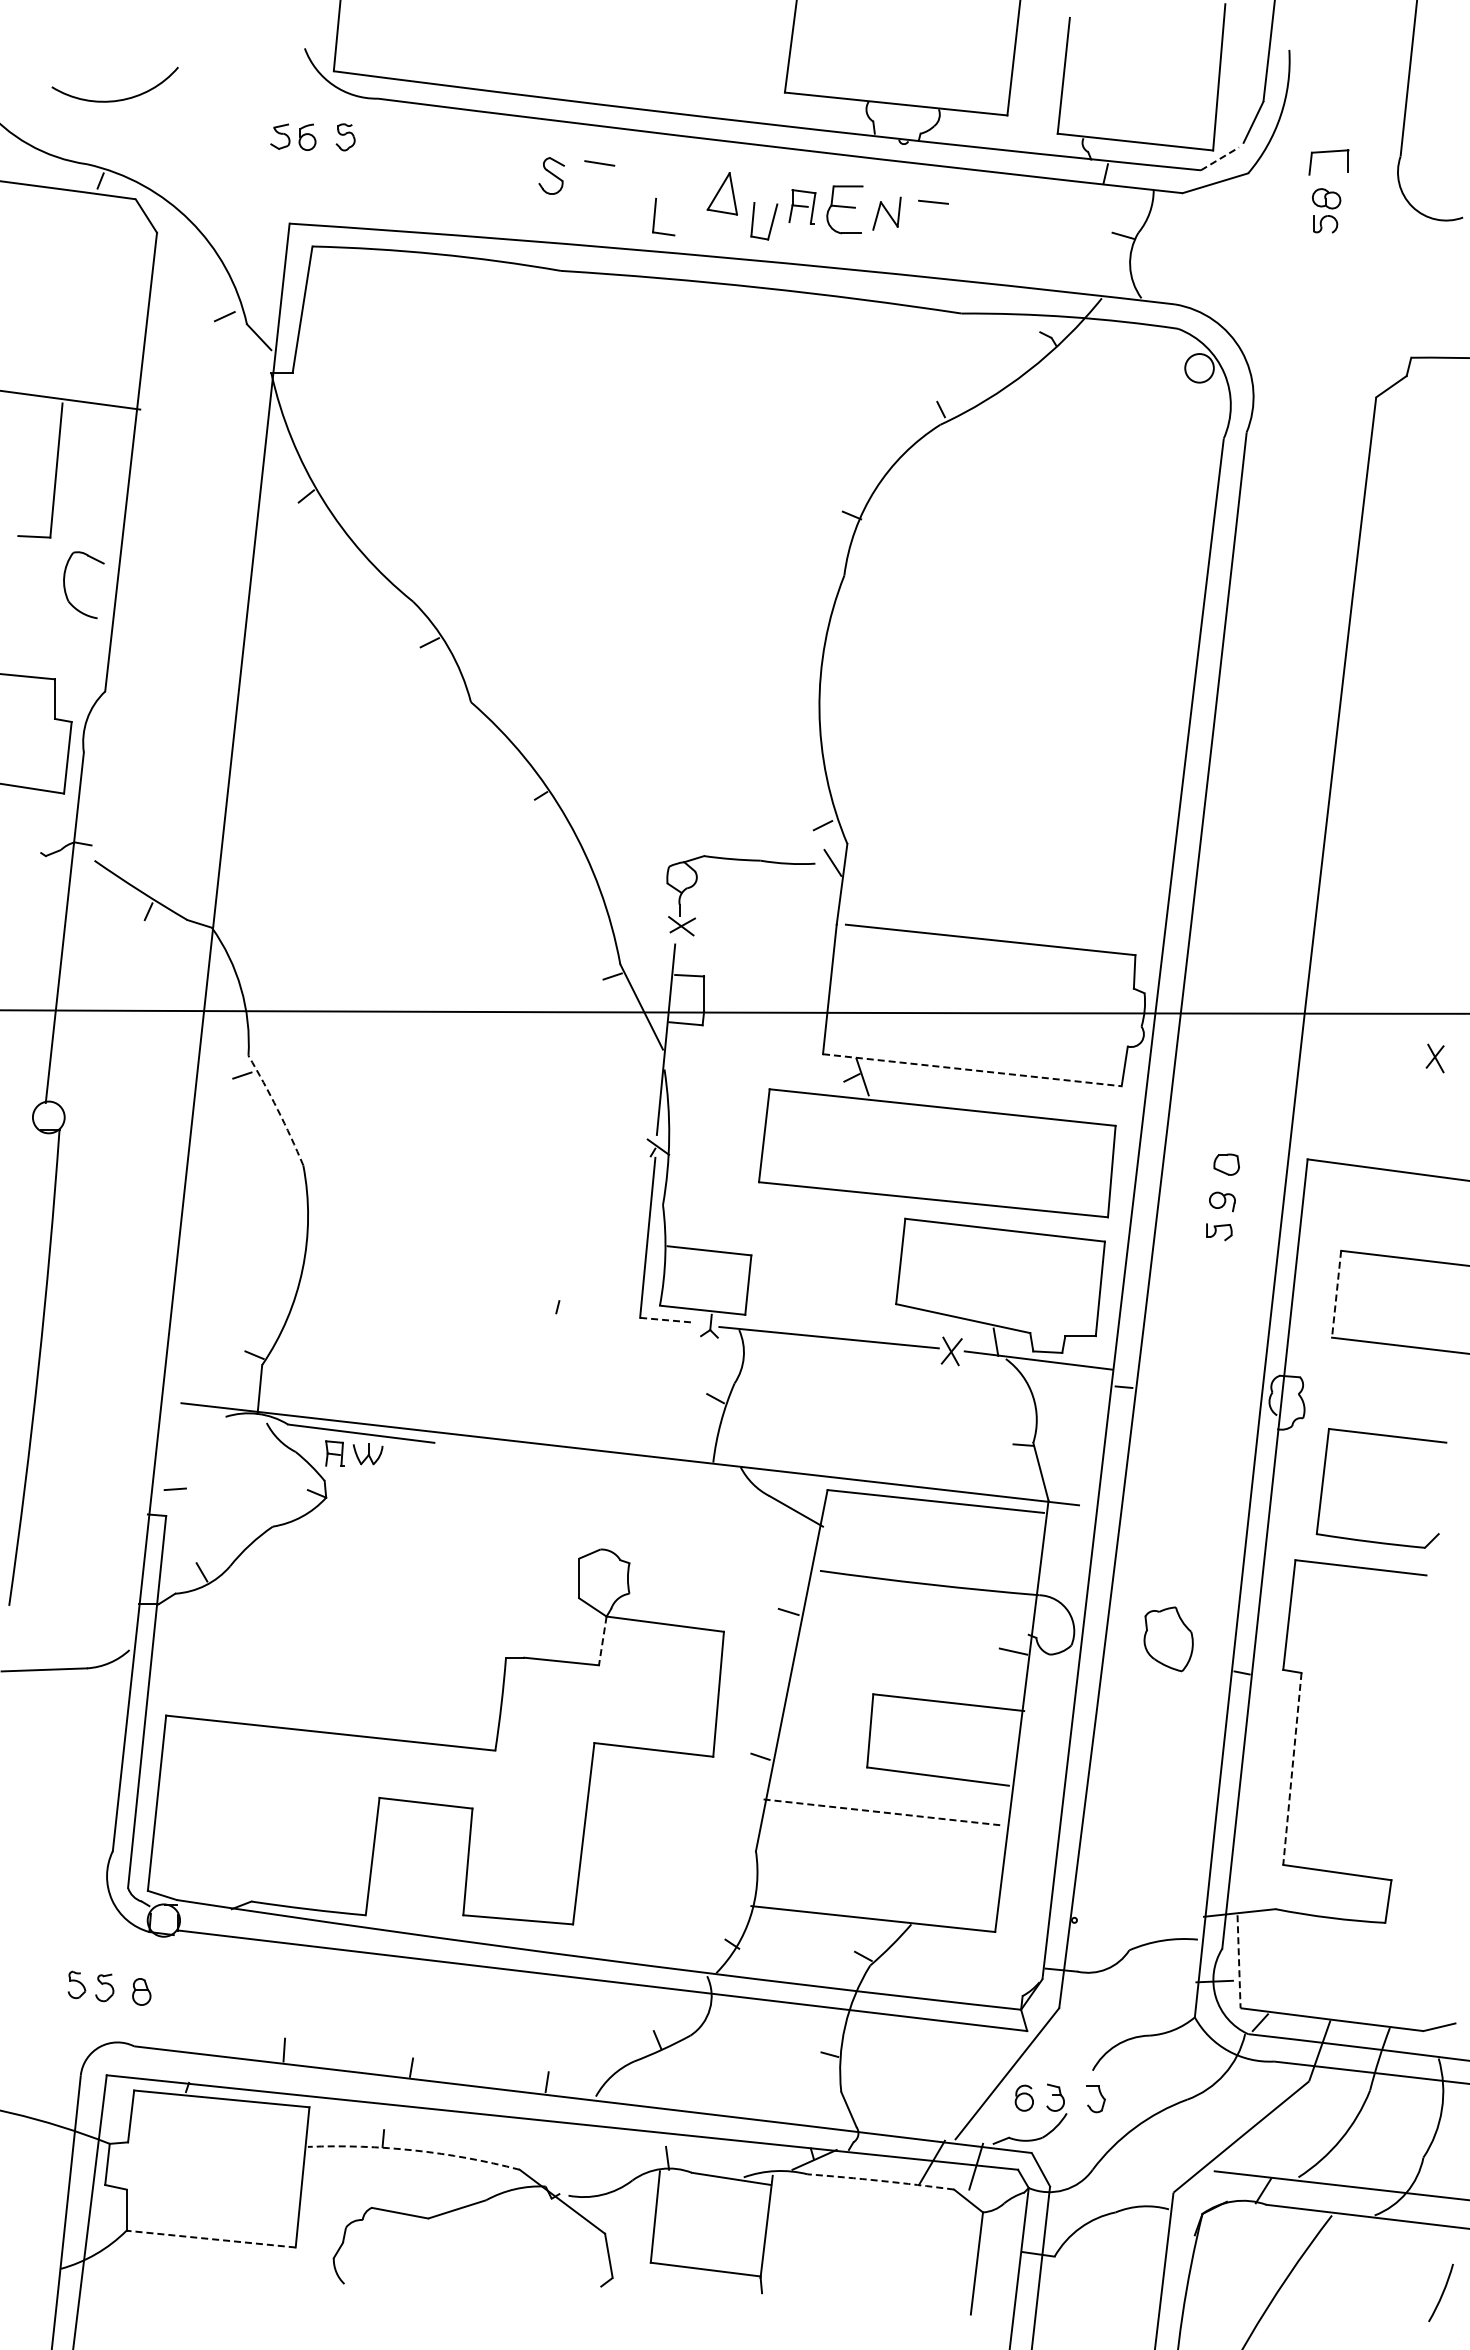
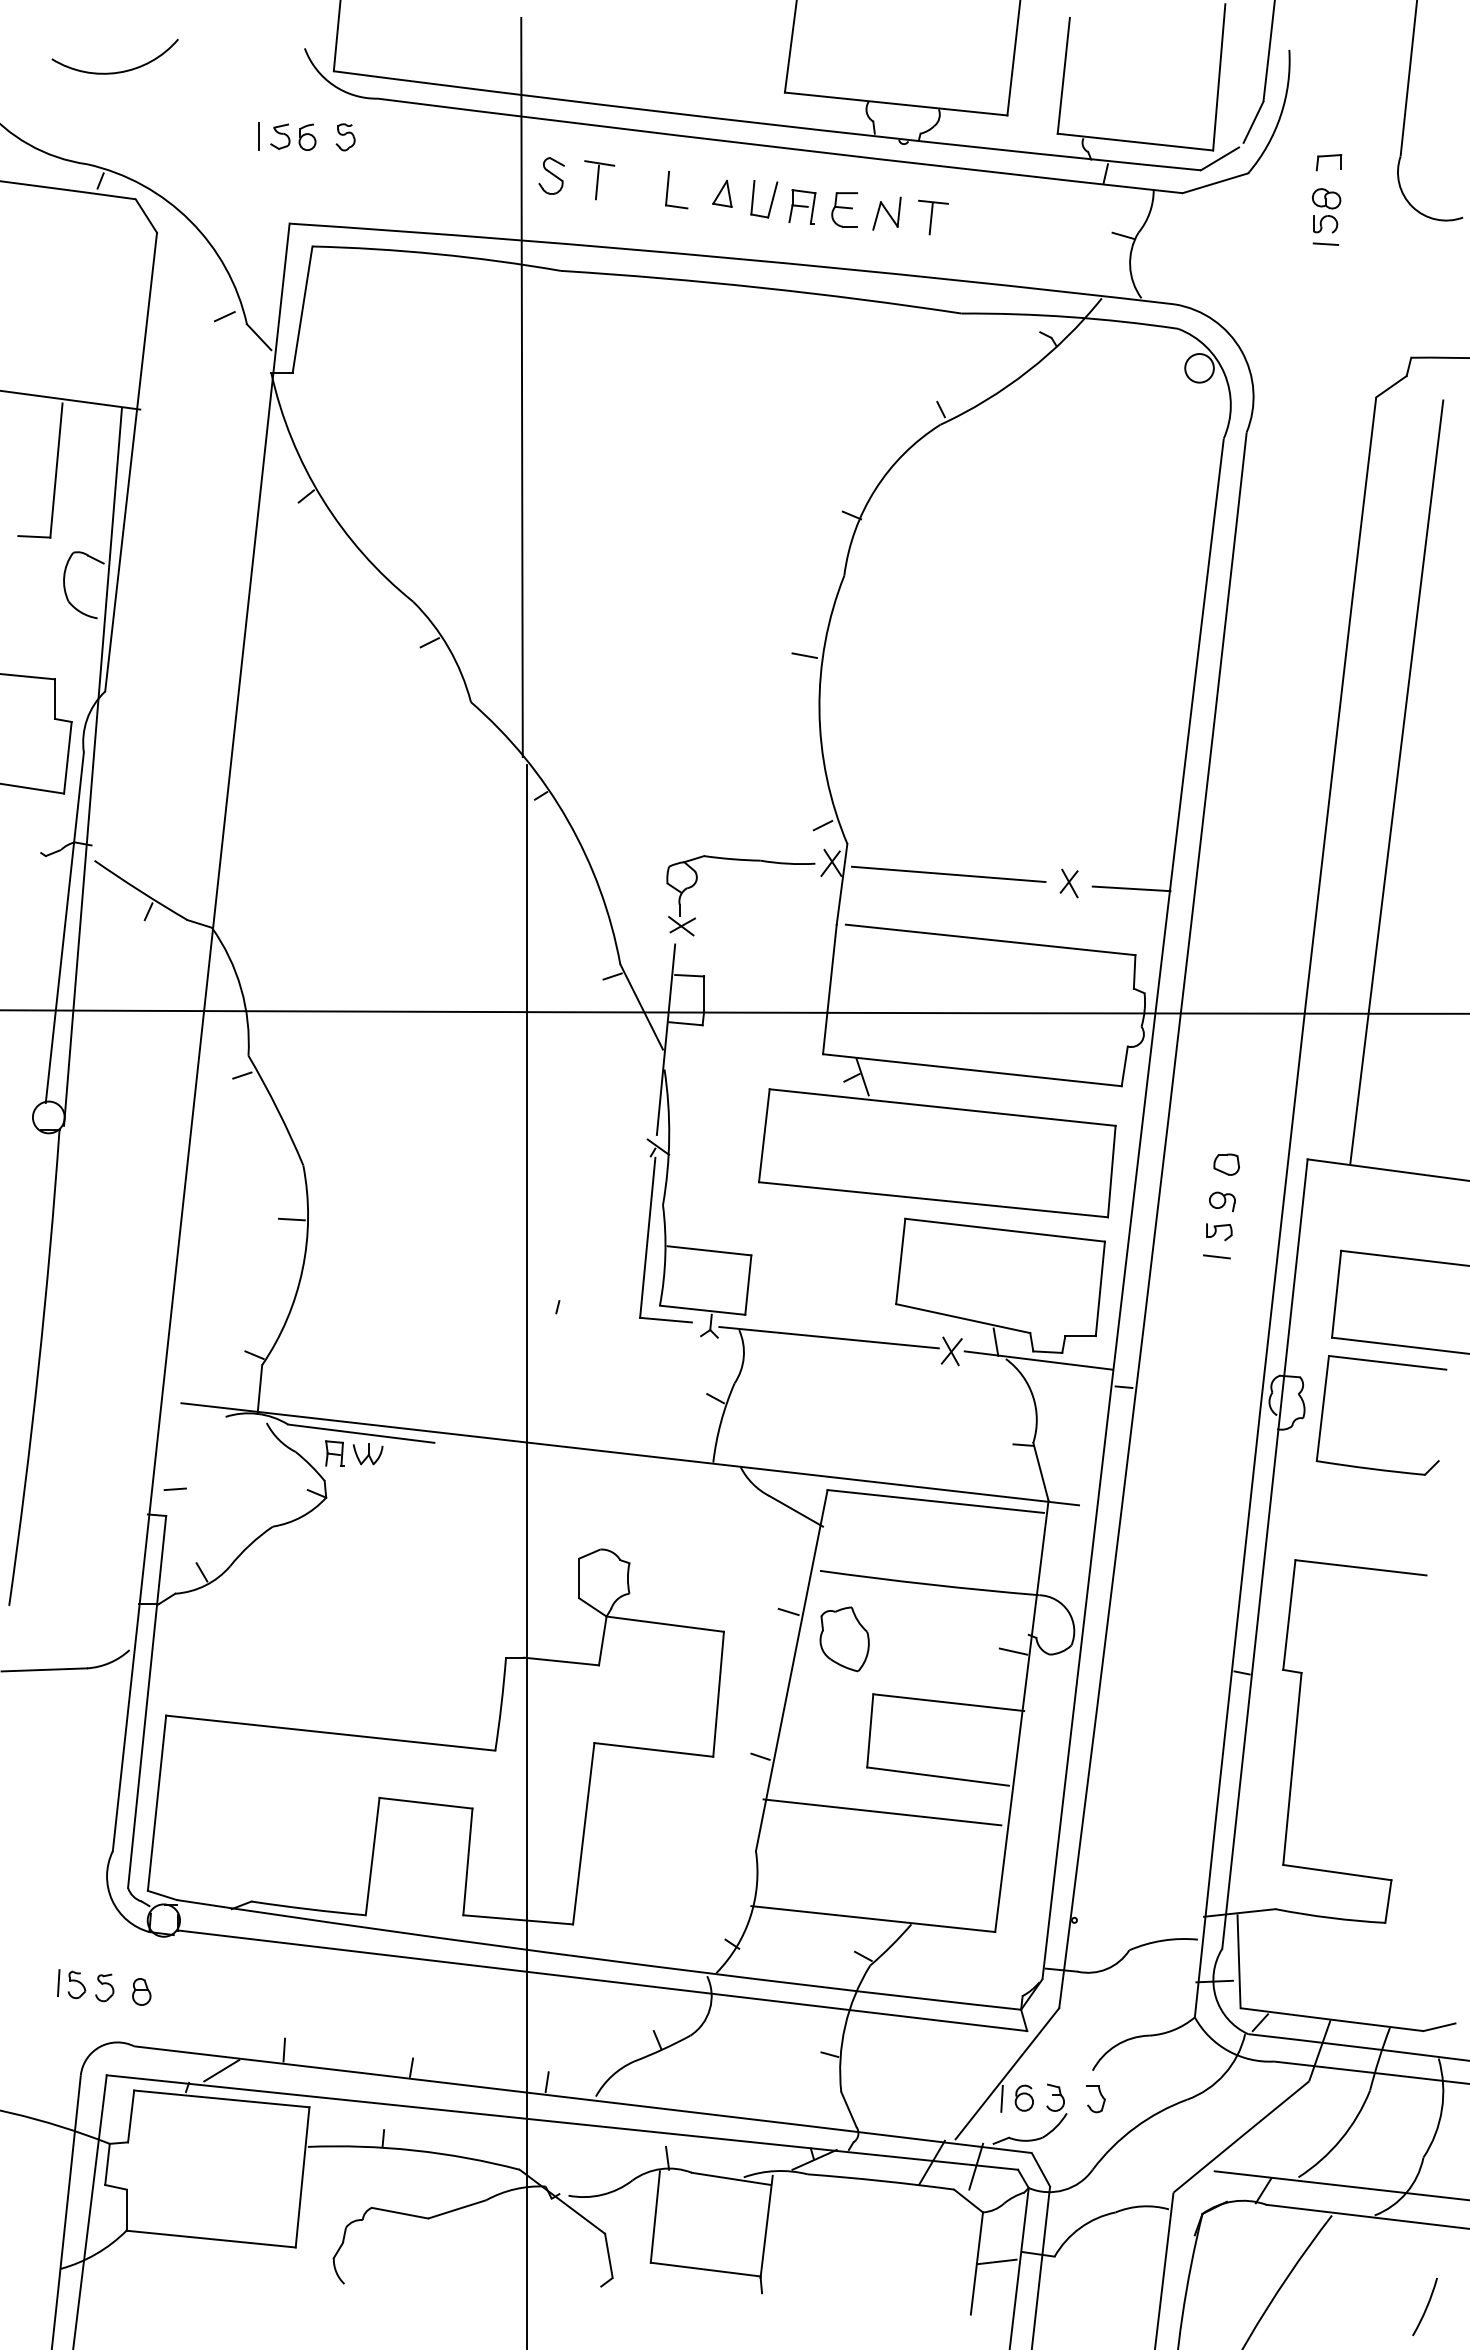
arc at (117, 99) position: (117, 99) -> (117, 71)
line at (259, 136): none -> present
line at (1220, 158): dashed -> solid
part at (1328, 162) size: 42x27 px -> 28x18 px
line at (596, 182): none -> present
part at (721, 193) size: 32x44 px -> 21x28 px
part at (844, 209) size: 38x50 px -> 27x36 px
part at (655, 216) position: (655, 216) -> (668, 189)
line at (930, 218): none -> present
part at (771, 221) position: (771, 221) -> (771, 199)
line at (1325, 243): none -> present
line at (521, 387): none -> present
line at (804, 655): none -> present
line at (92, 766): none -> present
line at (1396, 781): none -> present
line at (830, 863): none -> present
line at (948, 874): none -> present
line at (1131, 888): none -> present
part at (1434, 1058) position: (1434, 1058) -> (1068, 883)
line at (972, 1070): dashed -> solid
arc at (277, 1109): dashed -> solid
line at (291, 1219): none -> present
line at (1216, 1256): none -> present
line at (1336, 1294): dashed -> solid
line at (666, 1320): dashed -> solid
part at (1390, 1437) position: (1390, 1437) -> (1390, 1364)
line at (527, 1555): none -> present
part at (1168, 1639) position: (1168, 1639) -> (844, 1639)
line at (602, 1640): dashed -> solid
line at (1292, 1769): dashed -> solid
line at (882, 1812): dashed -> solid
line at (1239, 1961): dashed -> solid
line at (58, 1983): none -> present
line at (221, 2070): none -> present
line at (1001, 2098): none -> present
arc at (414, 2150): dashed -> solid
arc at (881, 2180): dashed -> solid
line at (211, 2239): dashed -> solid
line at (996, 2261): none -> present
arc at (1441, 2293) position: (1441, 2293) -> (1425, 2307)
